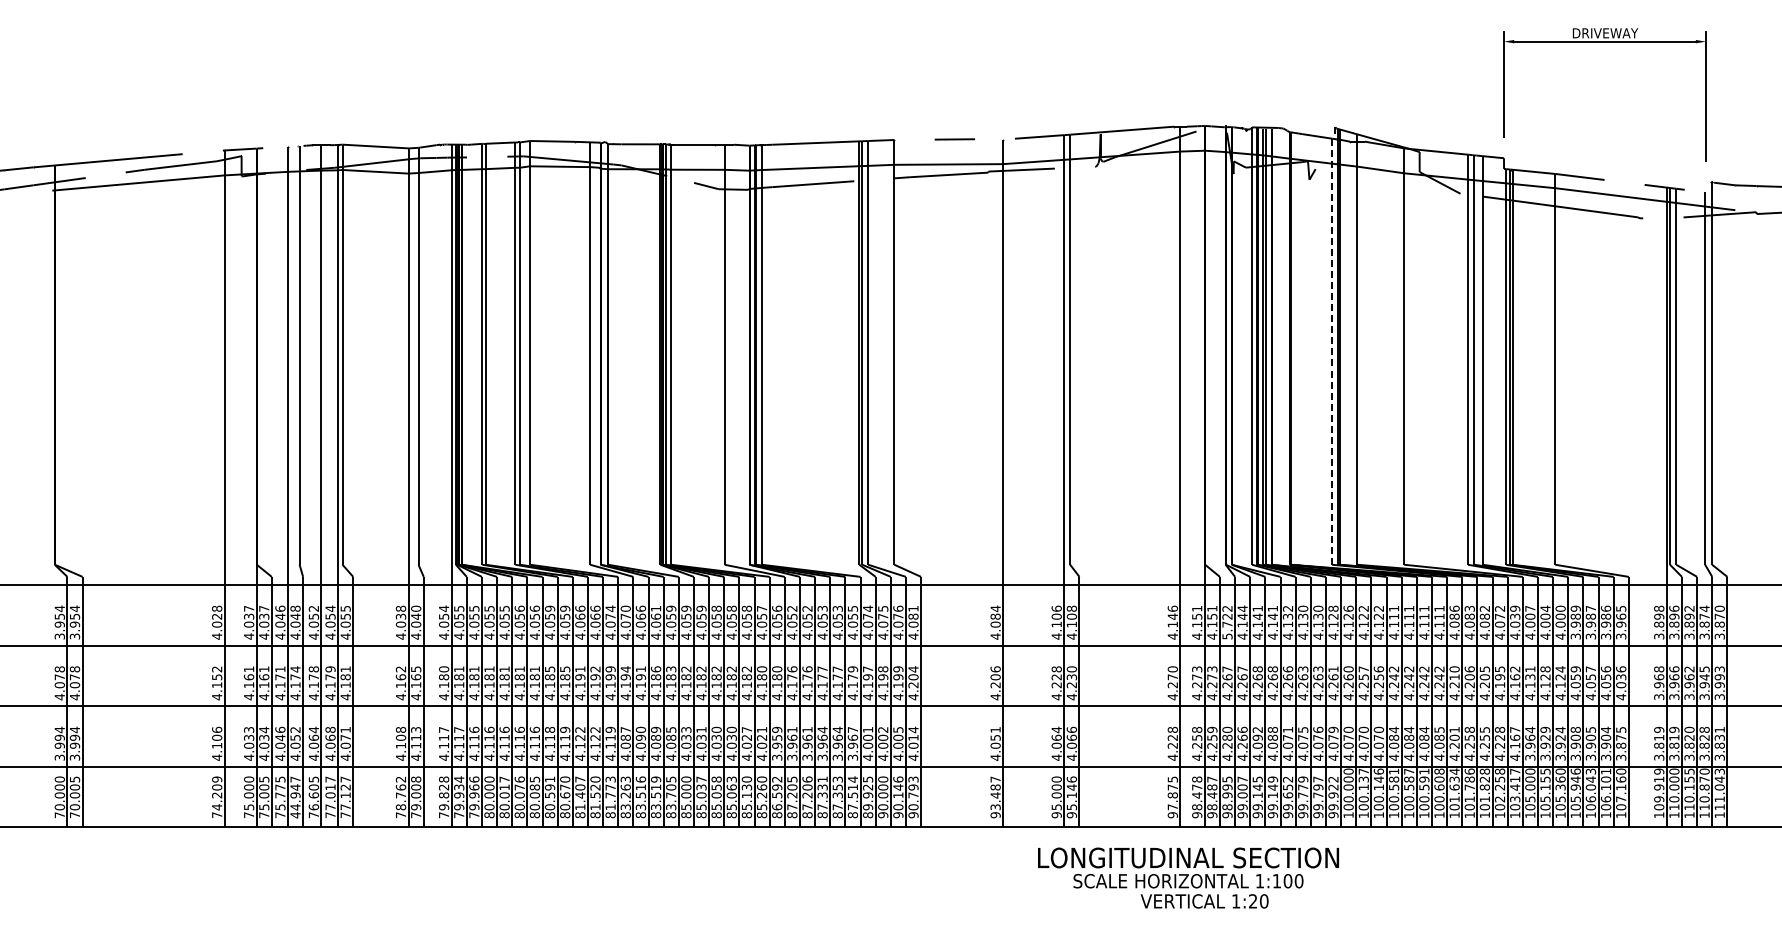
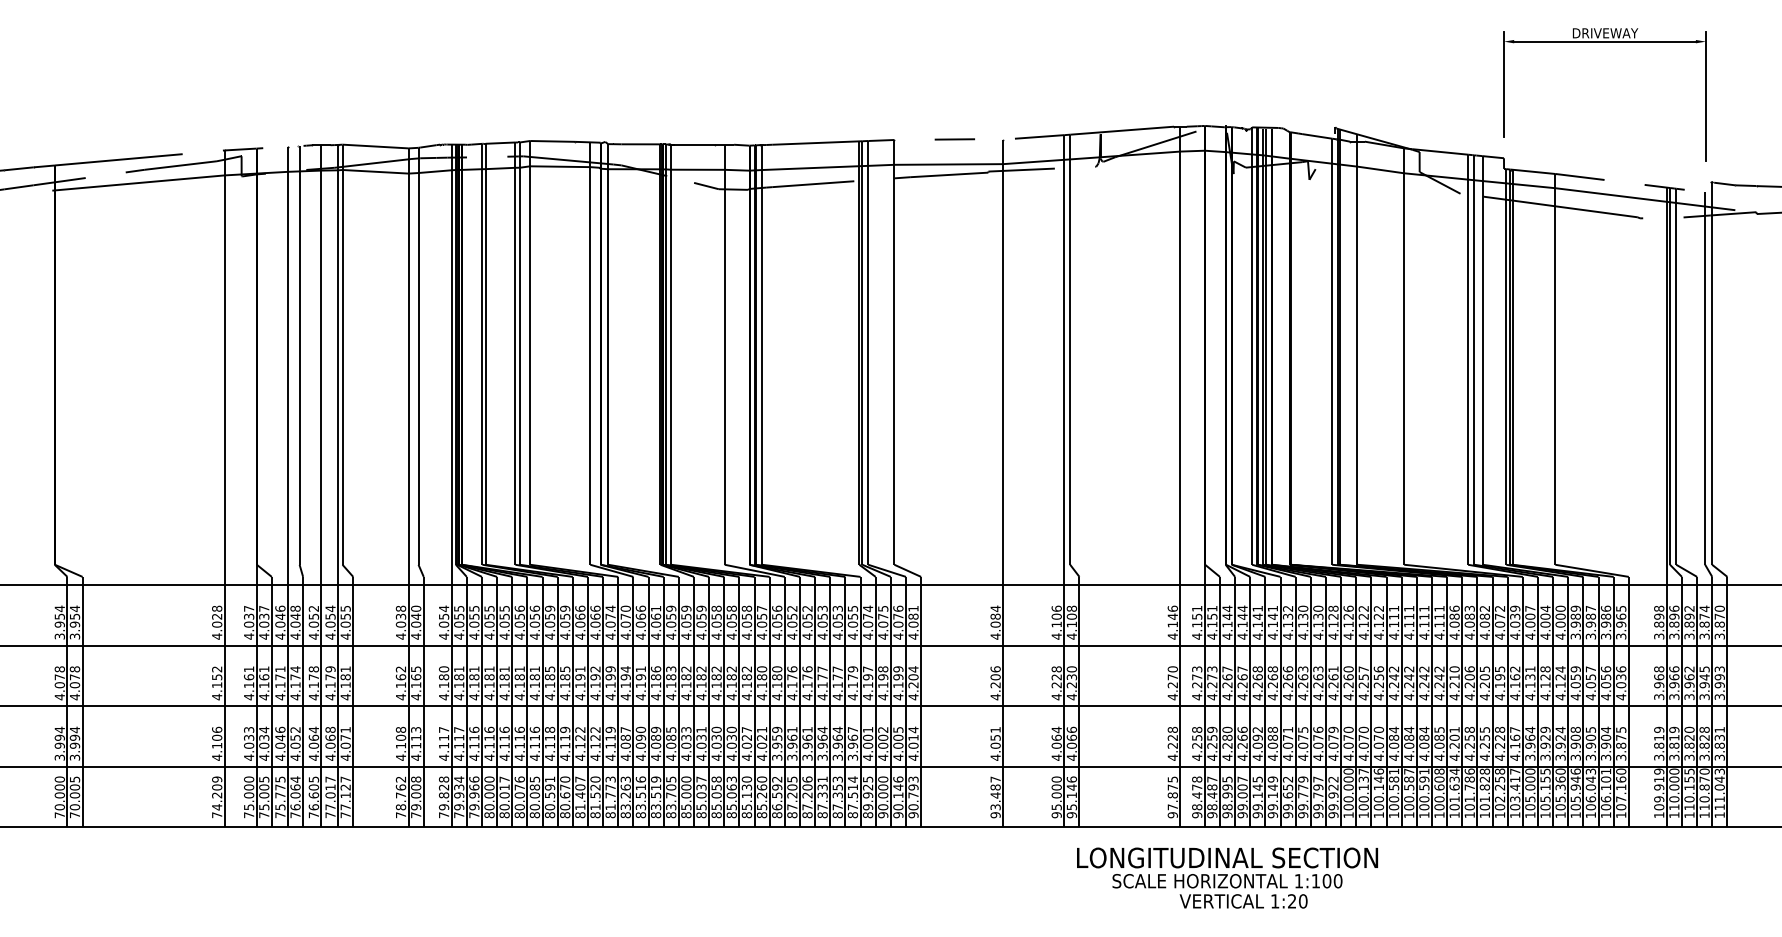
line at (1332, 352): dashed -> solid
text at (1227, 622): 5.722 -> 4.144
text at (295, 797): 44.947 -> 76.064
text at (1188, 877) position: (1188, 877) -> (1227, 877)
